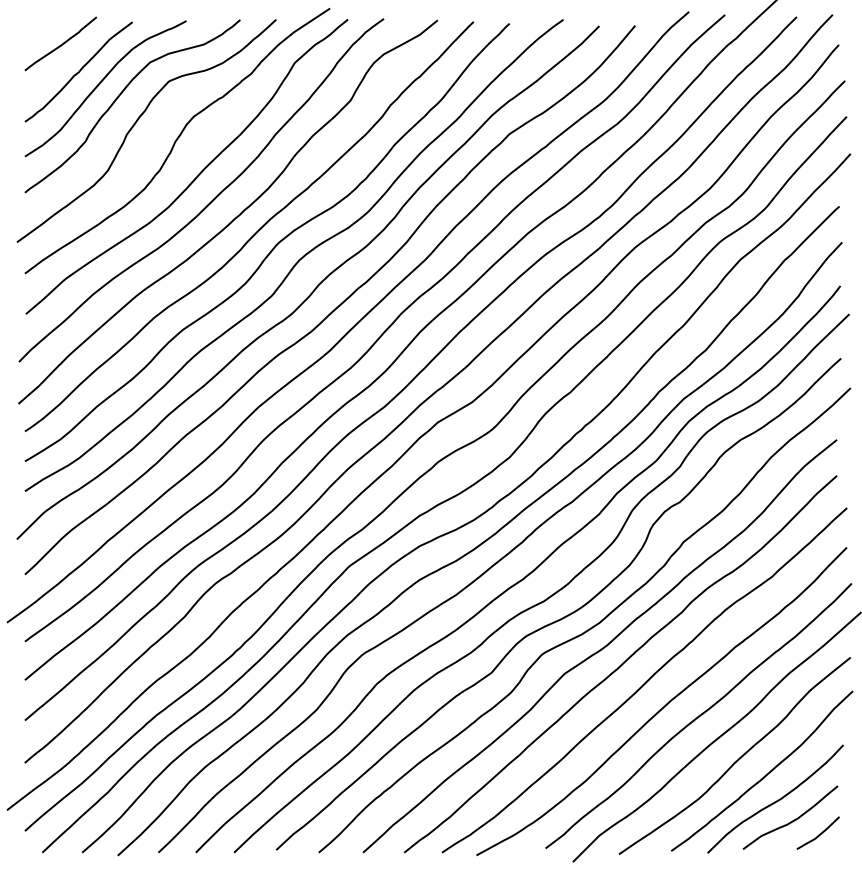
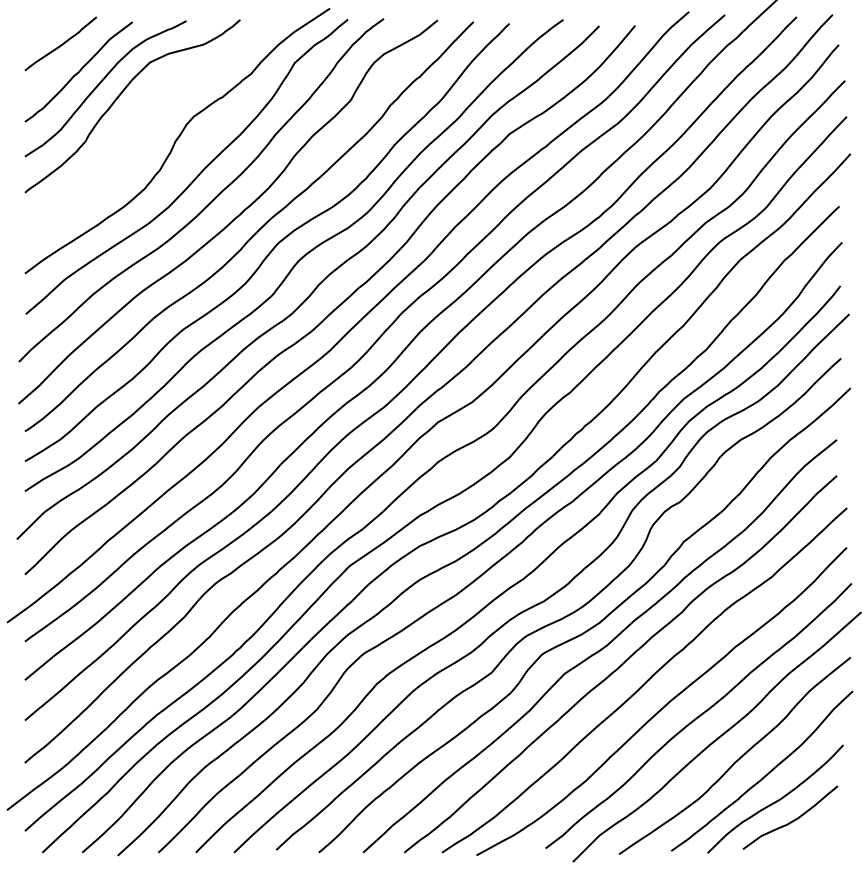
curve at (136, 123): present -> none
line at (819, 833): present -> none
